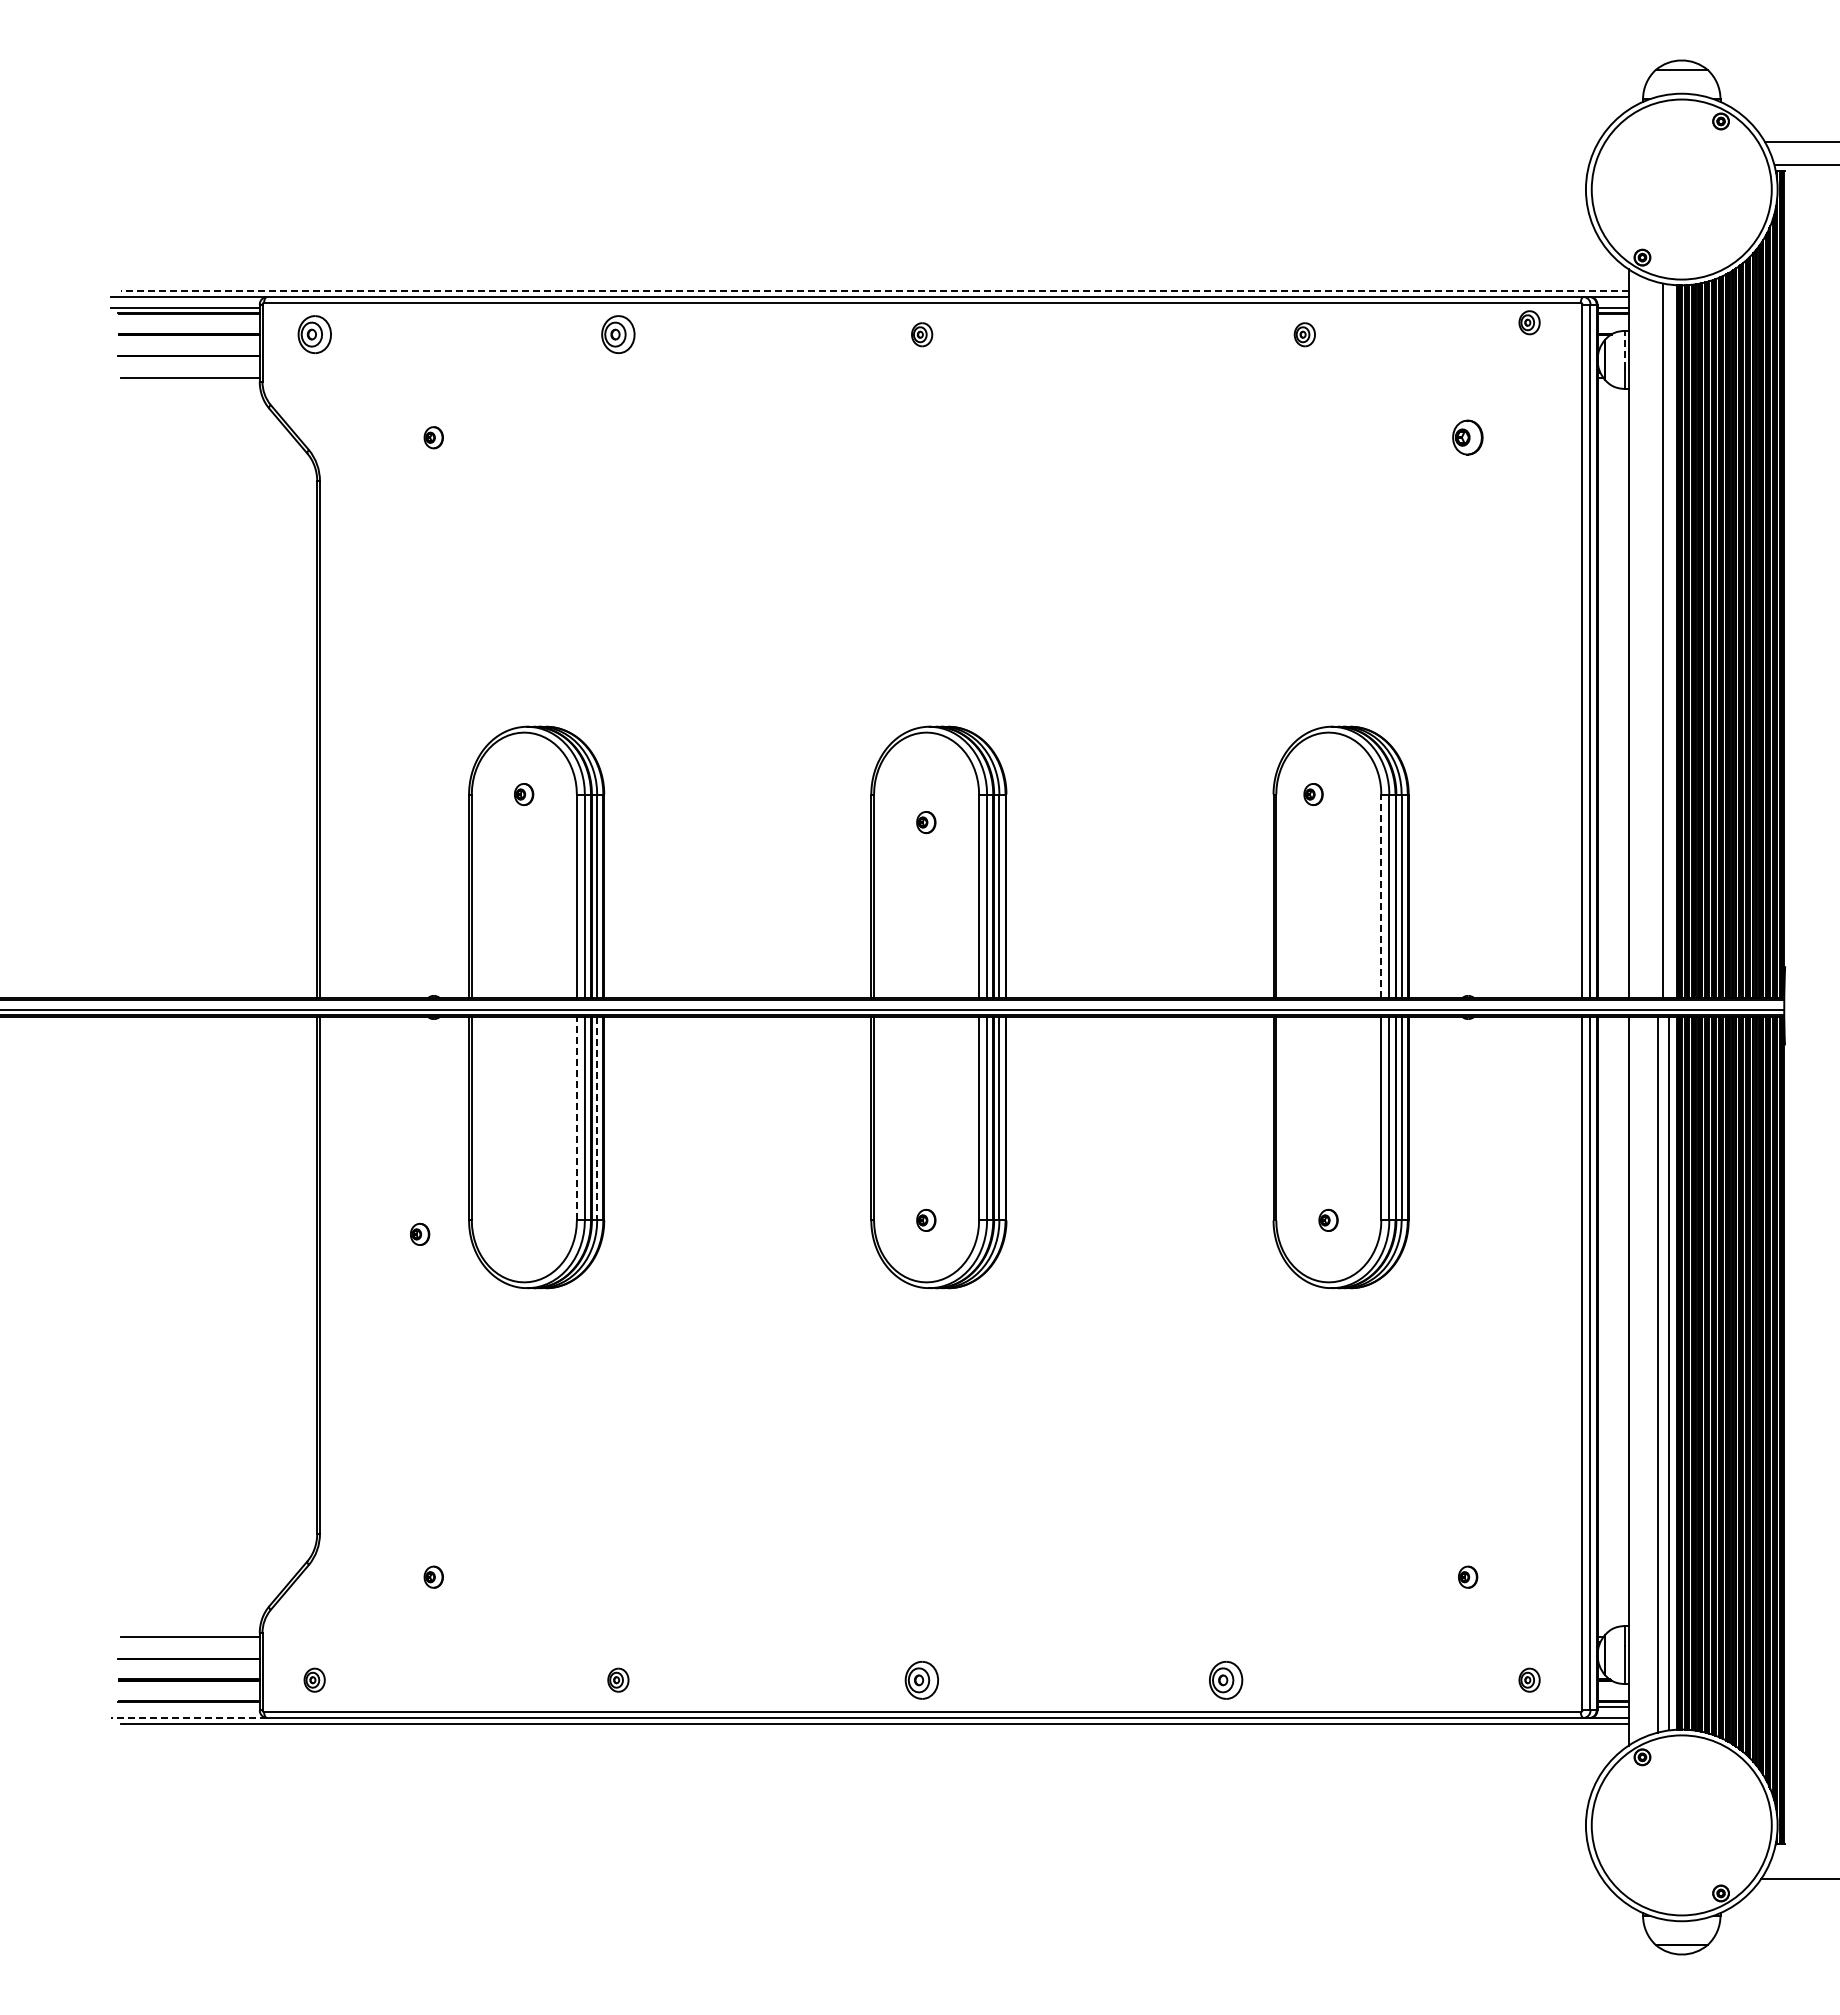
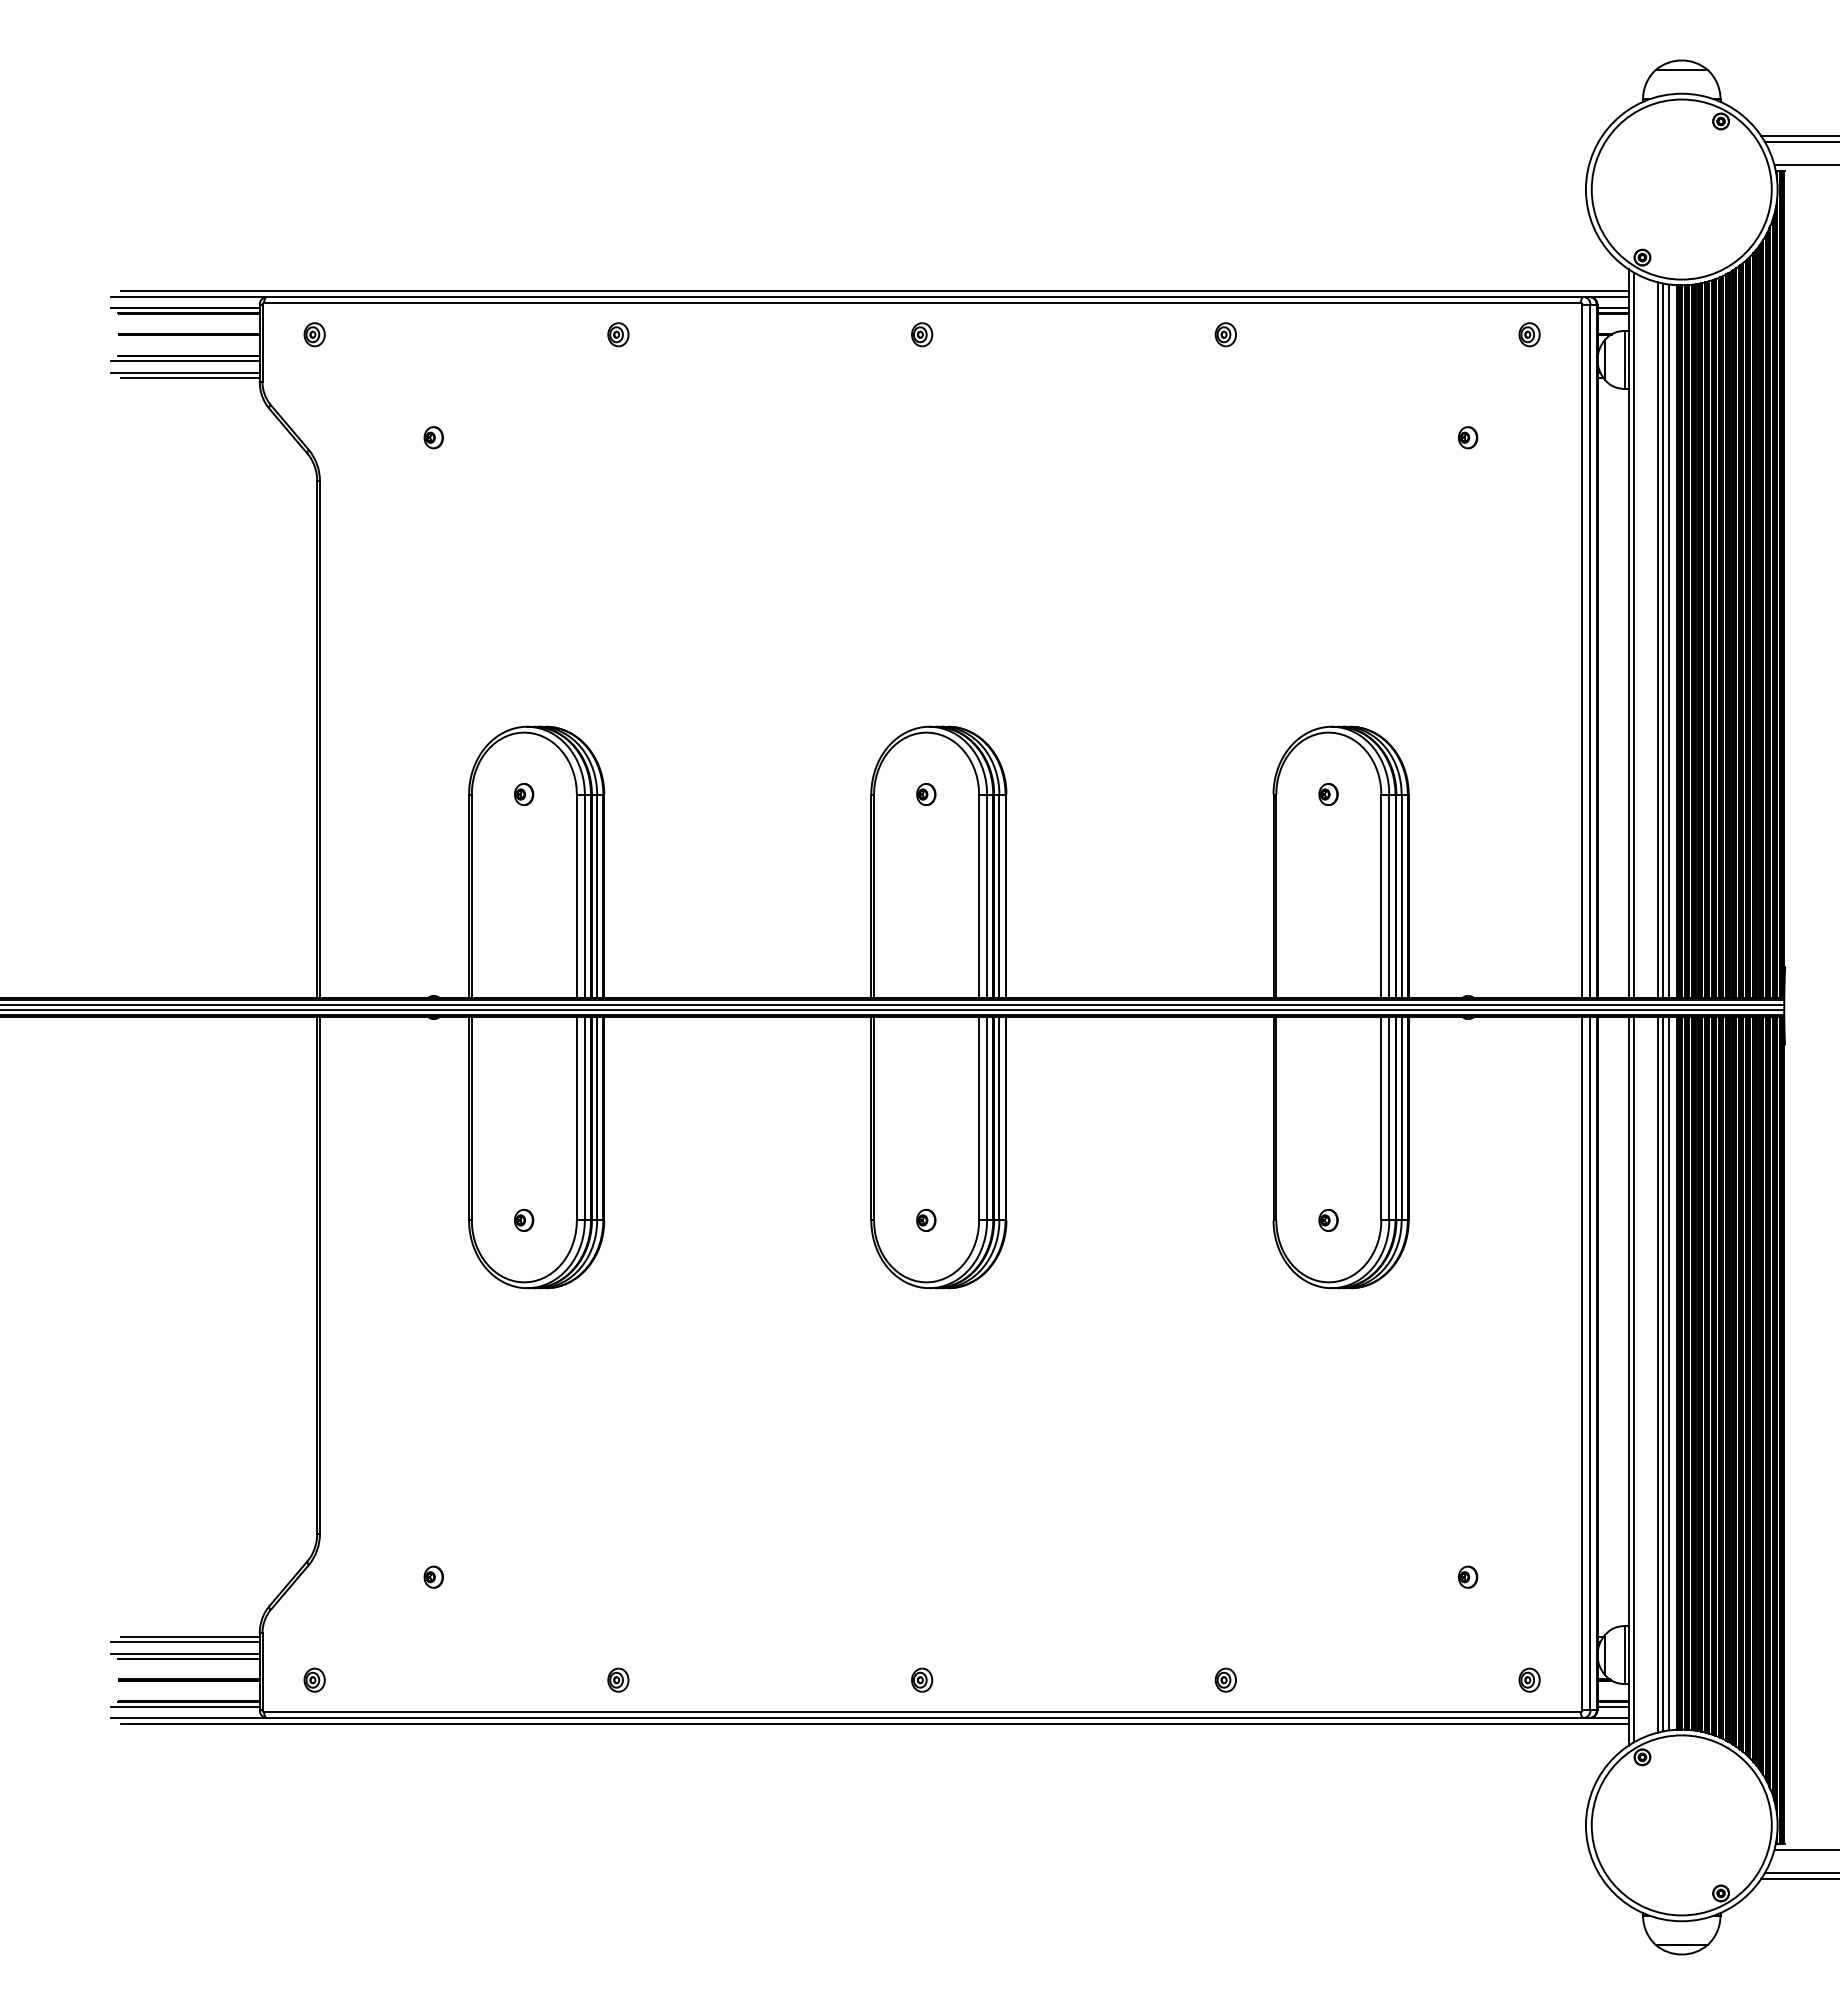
line at (1798, 136): none -> present
line at (875, 291): dashed -> solid
part at (1529, 322) position: (1529, 322) -> (1529, 334)
part at (314, 334) size: 35x39 px -> 23x26 px
part at (618, 334) size: 35x39 px -> 23x26 px
part at (1304, 334) position: (1304, 334) -> (1225, 334)
line at (1624, 349): dashed -> solid
line at (184, 361): none -> present
line at (184, 372): none -> present
part at (1467, 437) size: 32x37 px -> 21x24 px
line at (1634, 634): none -> present
line at (1657, 639): none -> present
line at (1669, 640): none -> present
part at (1313, 794) position: (1313, 794) -> (1328, 794)
part at (926, 822) position: (926, 822) -> (926, 794)
line at (1381, 896): dashed -> solid
line at (893, 1004): none -> present
line at (576, 1118): dashed -> solid
line at (597, 1118): dashed -> solid
part at (420, 1233) position: (420, 1233) -> (524, 1219)
line at (1663, 1374): none -> present
line at (1634, 1379): none -> present
line at (184, 1642): none -> present
line at (184, 1653): none -> present
part at (921, 1679) size: 36x40 px -> 23x26 px
part at (1226, 1679) size: 35x40 px -> 23x26 px
line at (184, 1706): none -> present
line at (188, 1717): dashed -> solid
line at (1805, 1849): none -> present
line at (1800, 1872): none -> present
